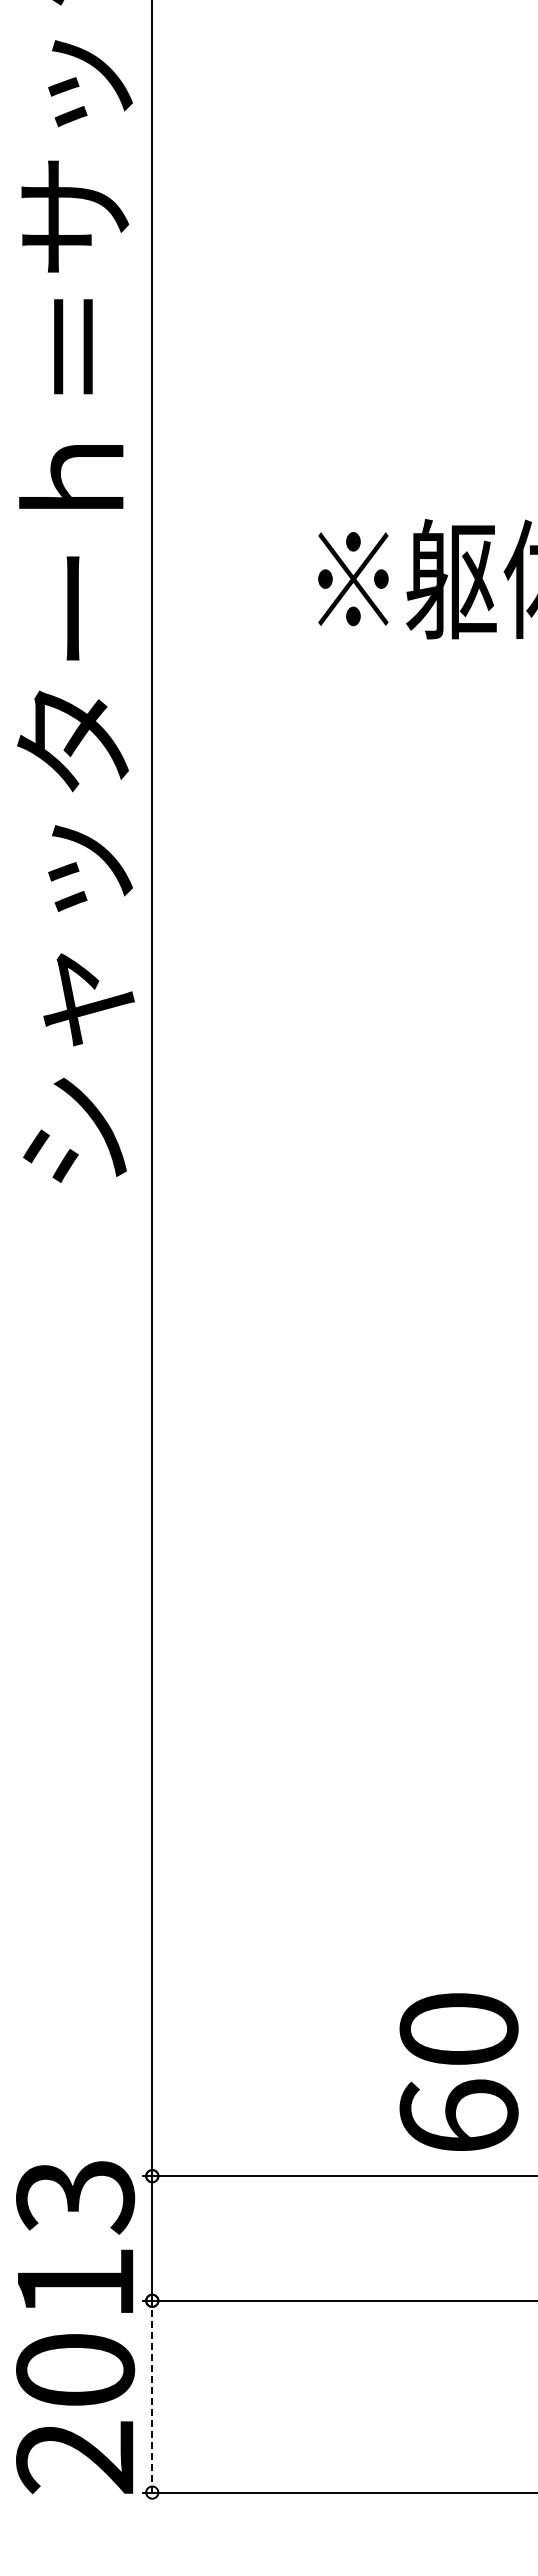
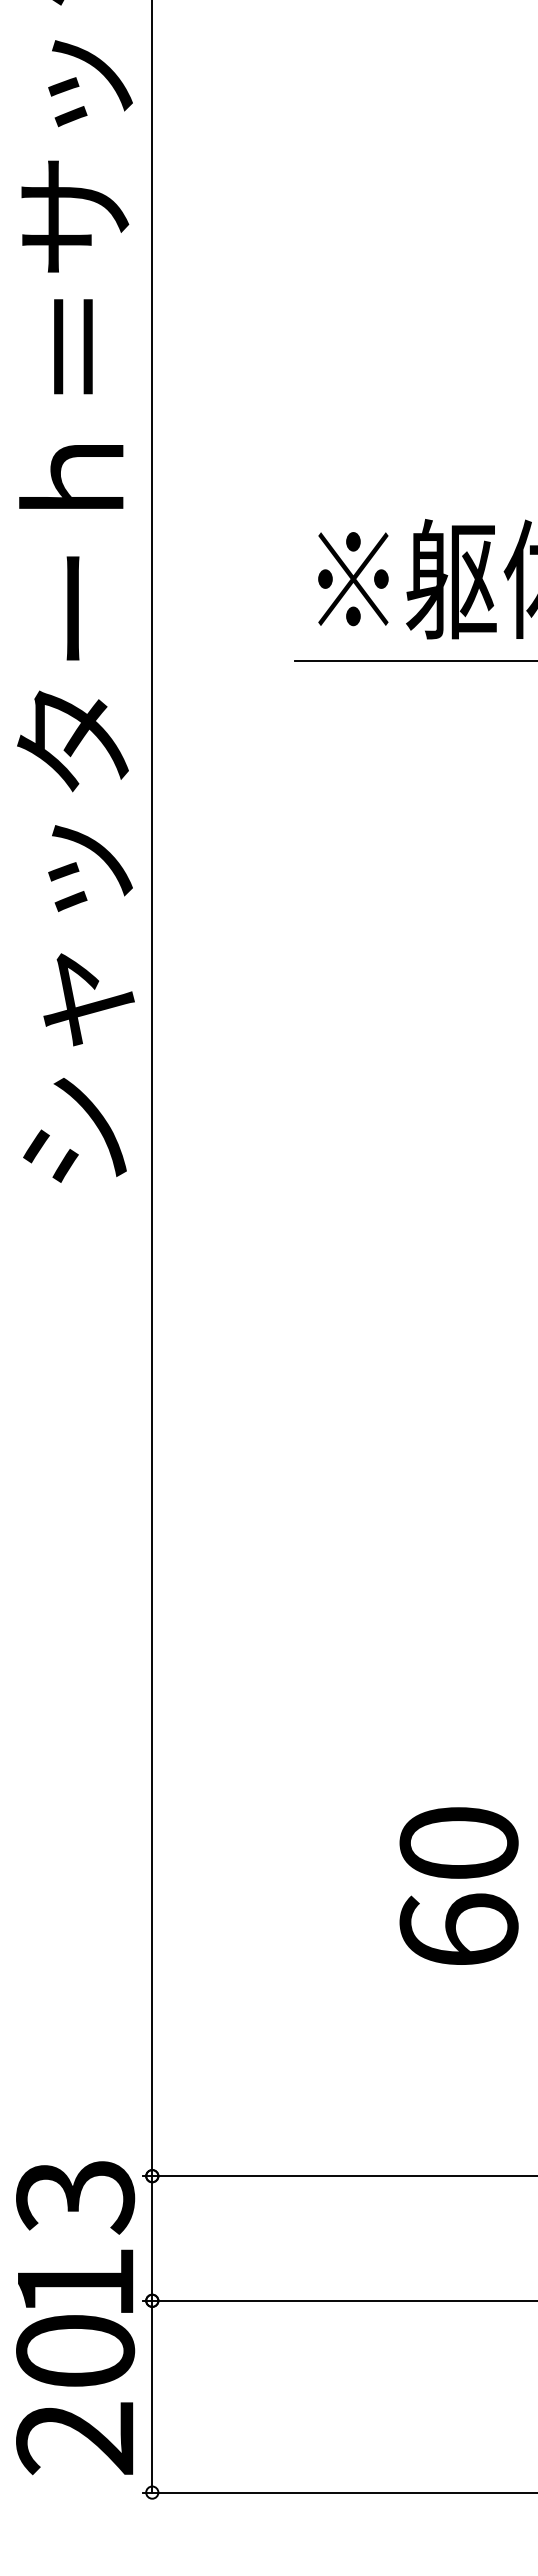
line at (414, 661): none -> present
text at (458, 2071) position: (458, 2071) -> (458, 1885)
line at (152, 2396): dashed -> solid
text at (75, 2414) position: (75, 2414) -> (75, 2395)
